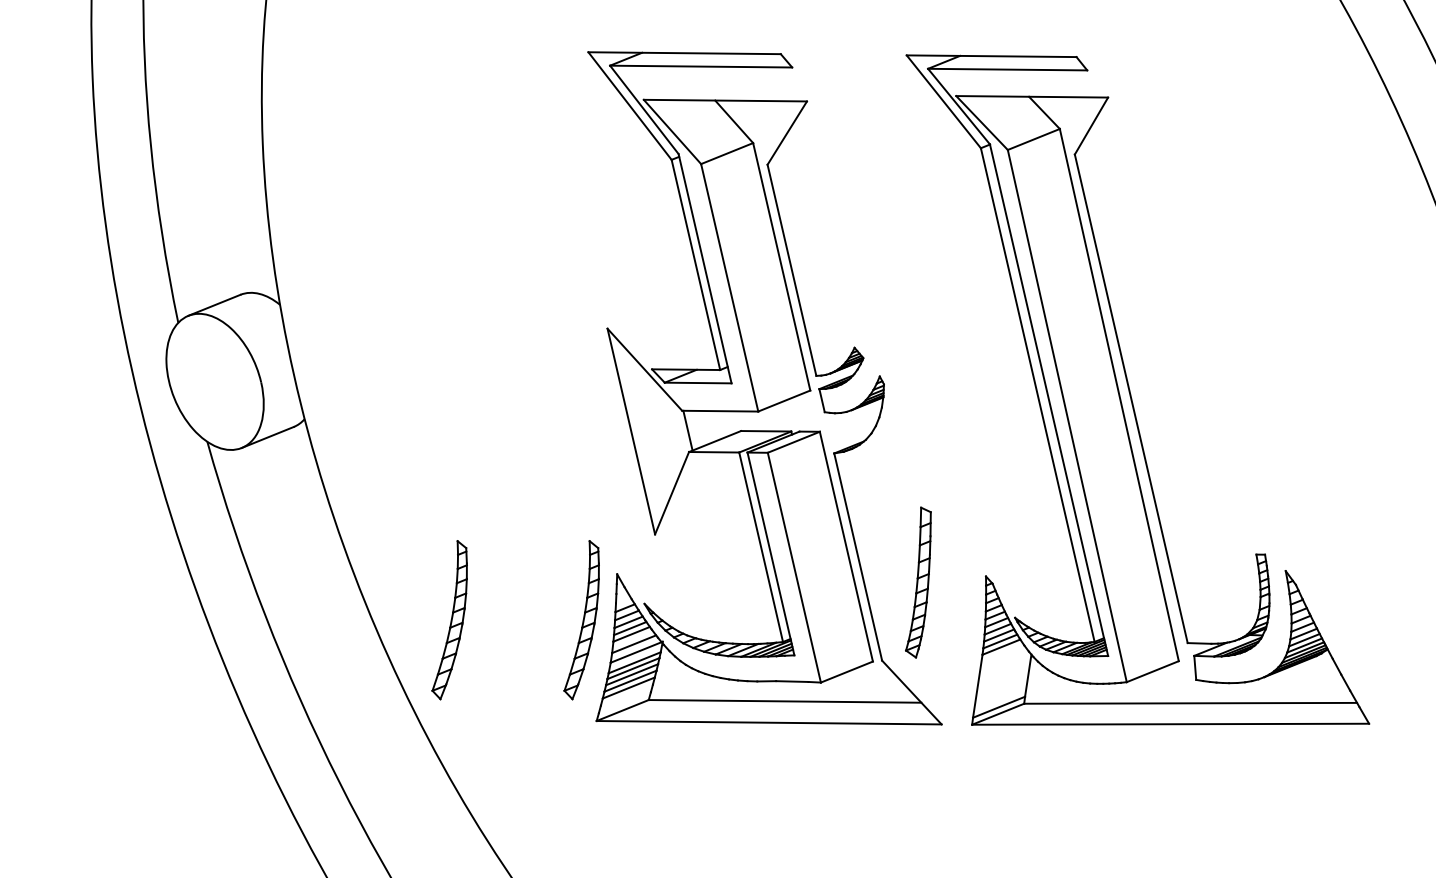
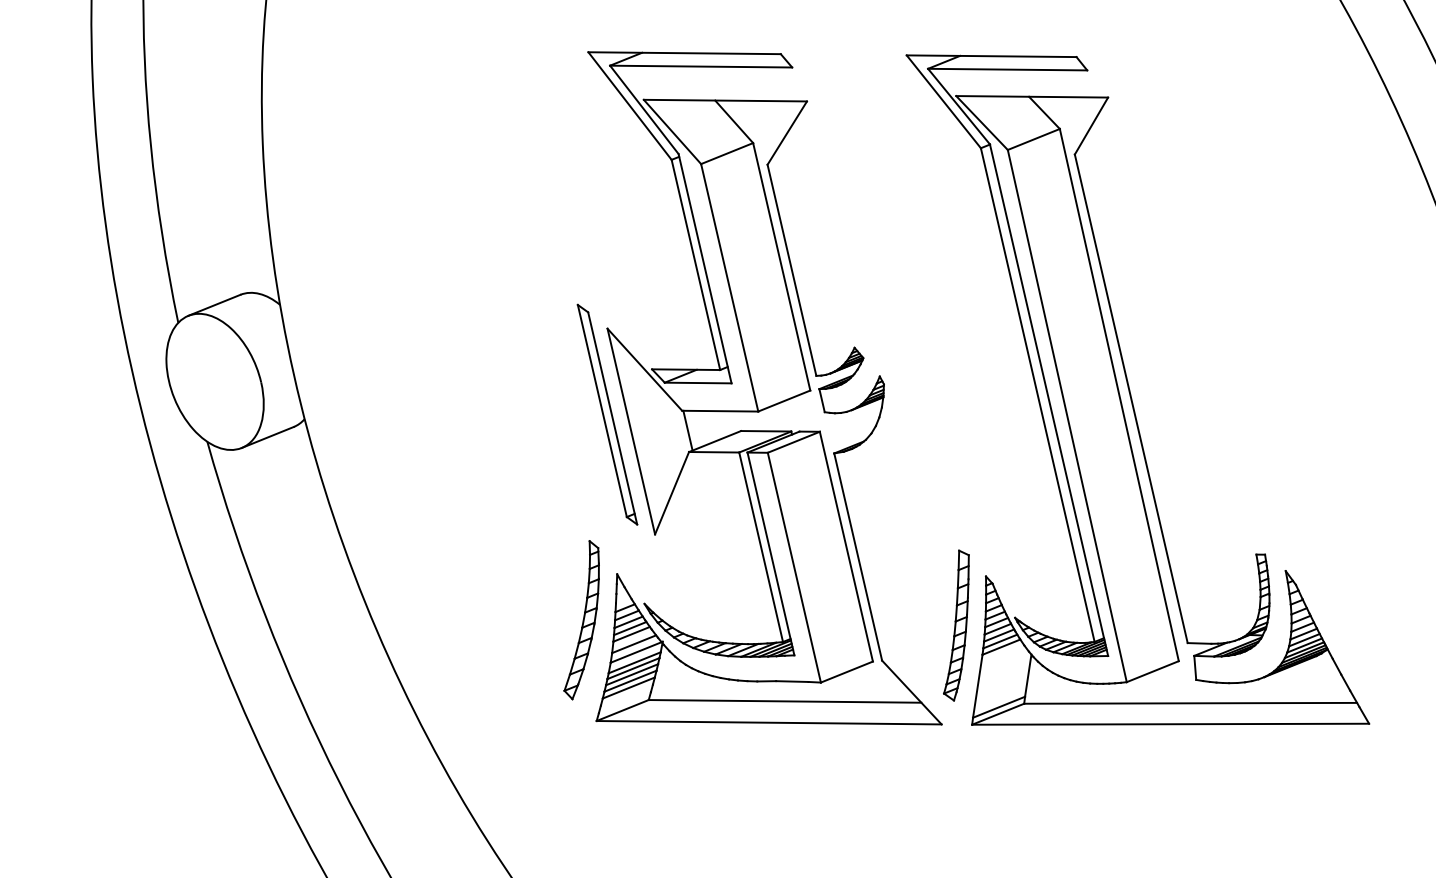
part at (607, 414): none -> present
part at (918, 582) position: (918, 582) -> (956, 625)
part at (449, 620): present -> none
